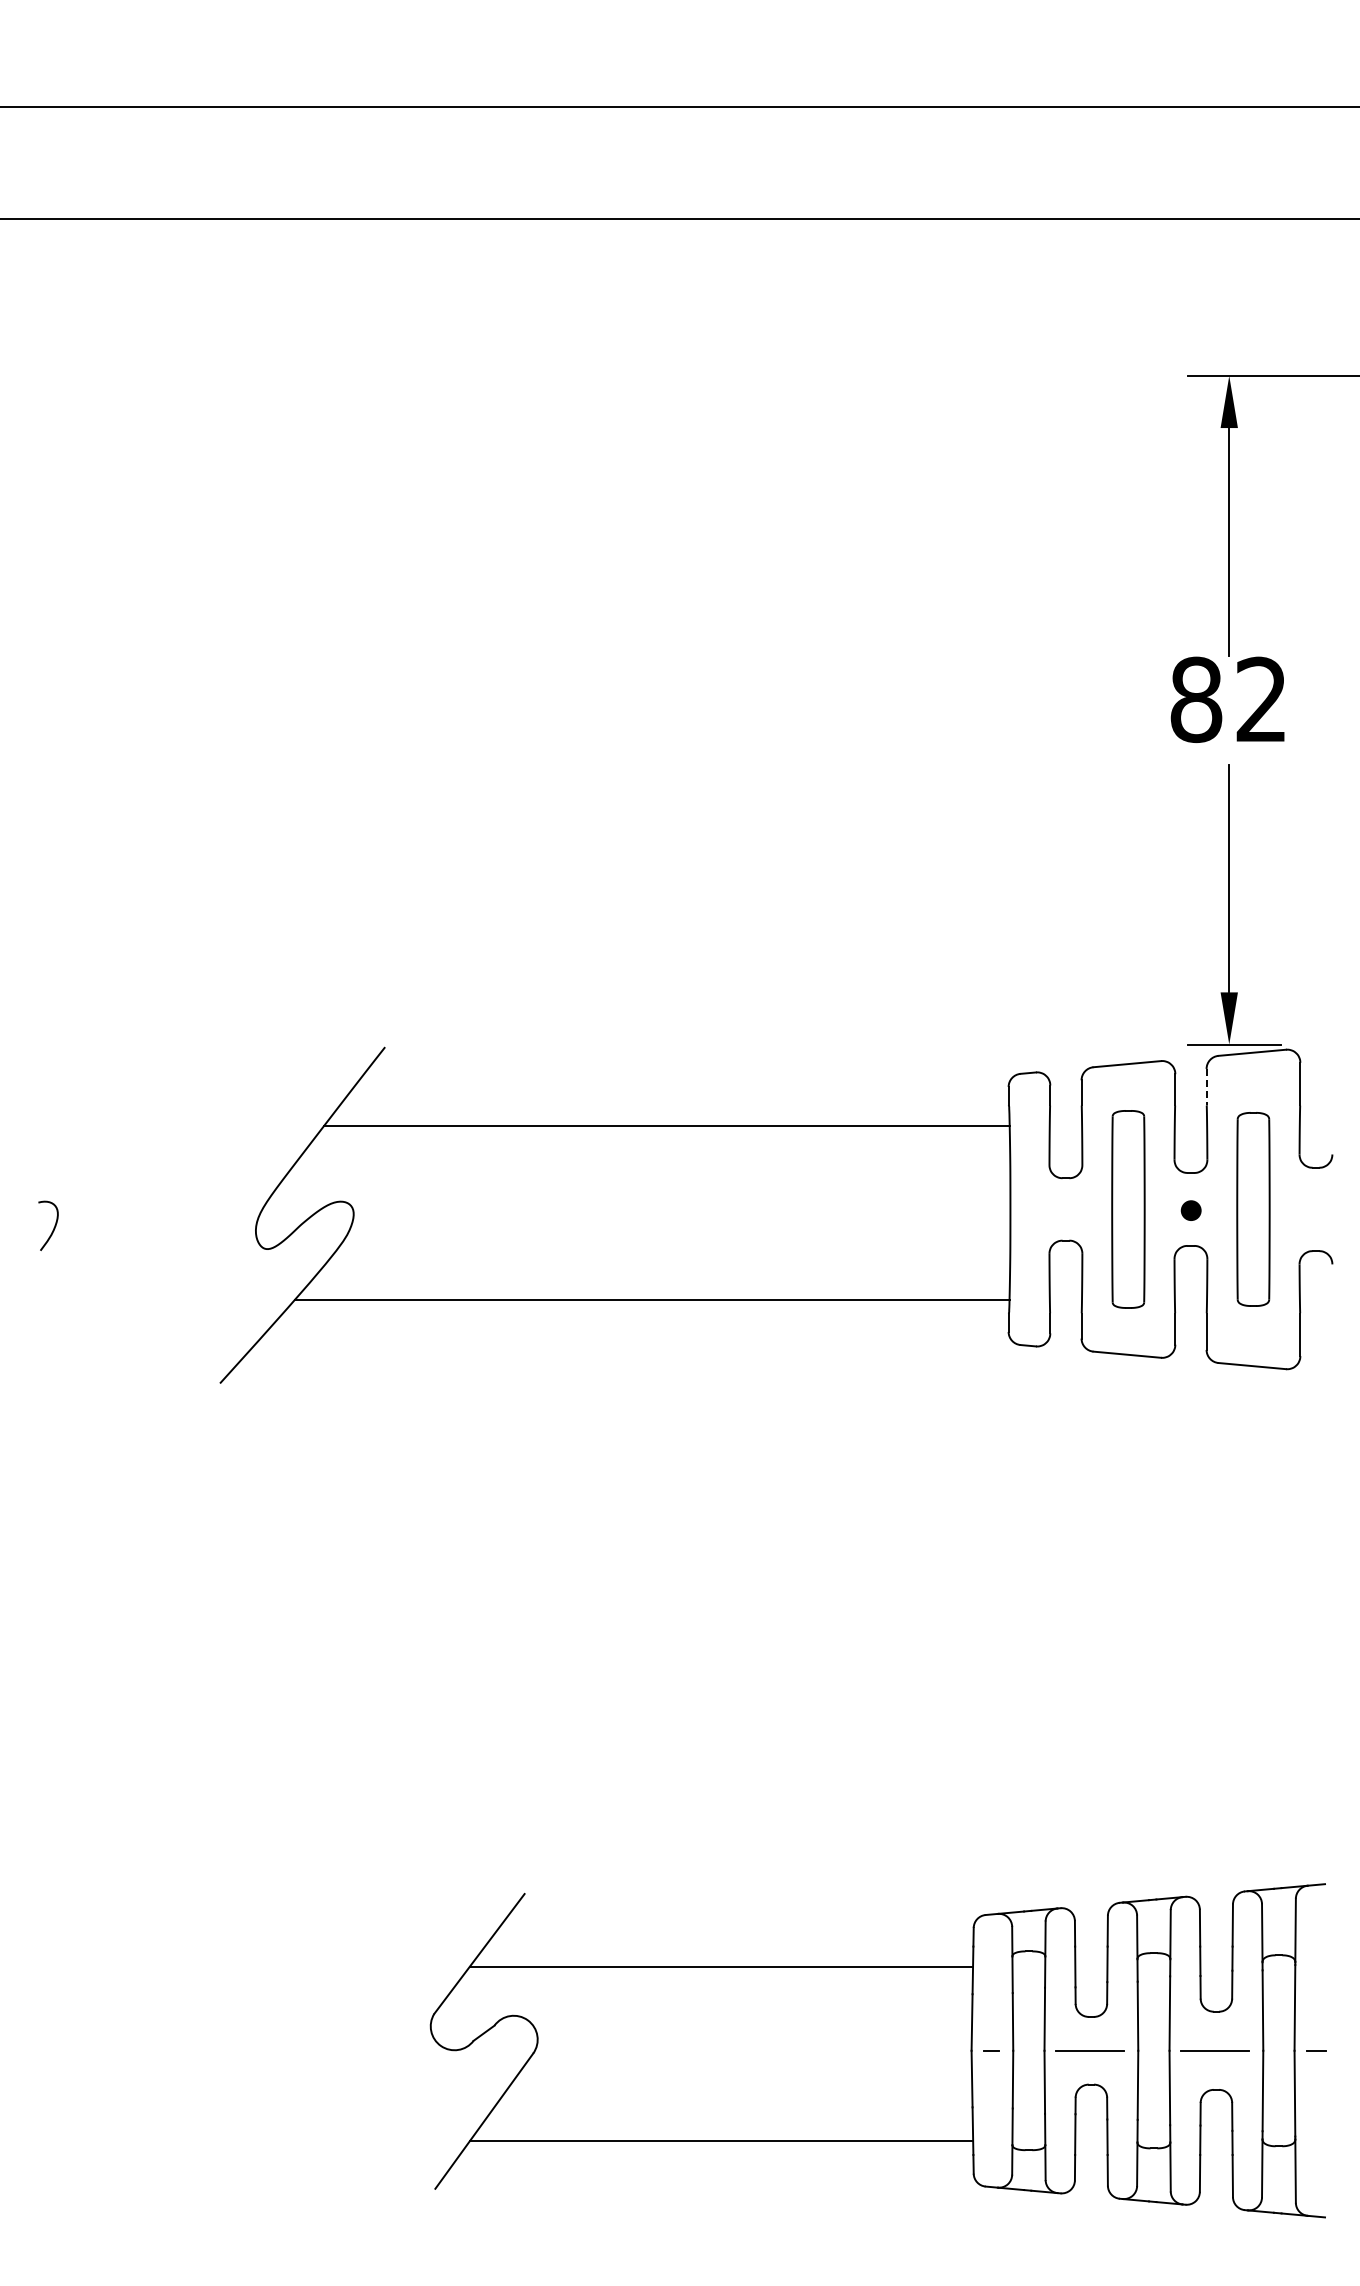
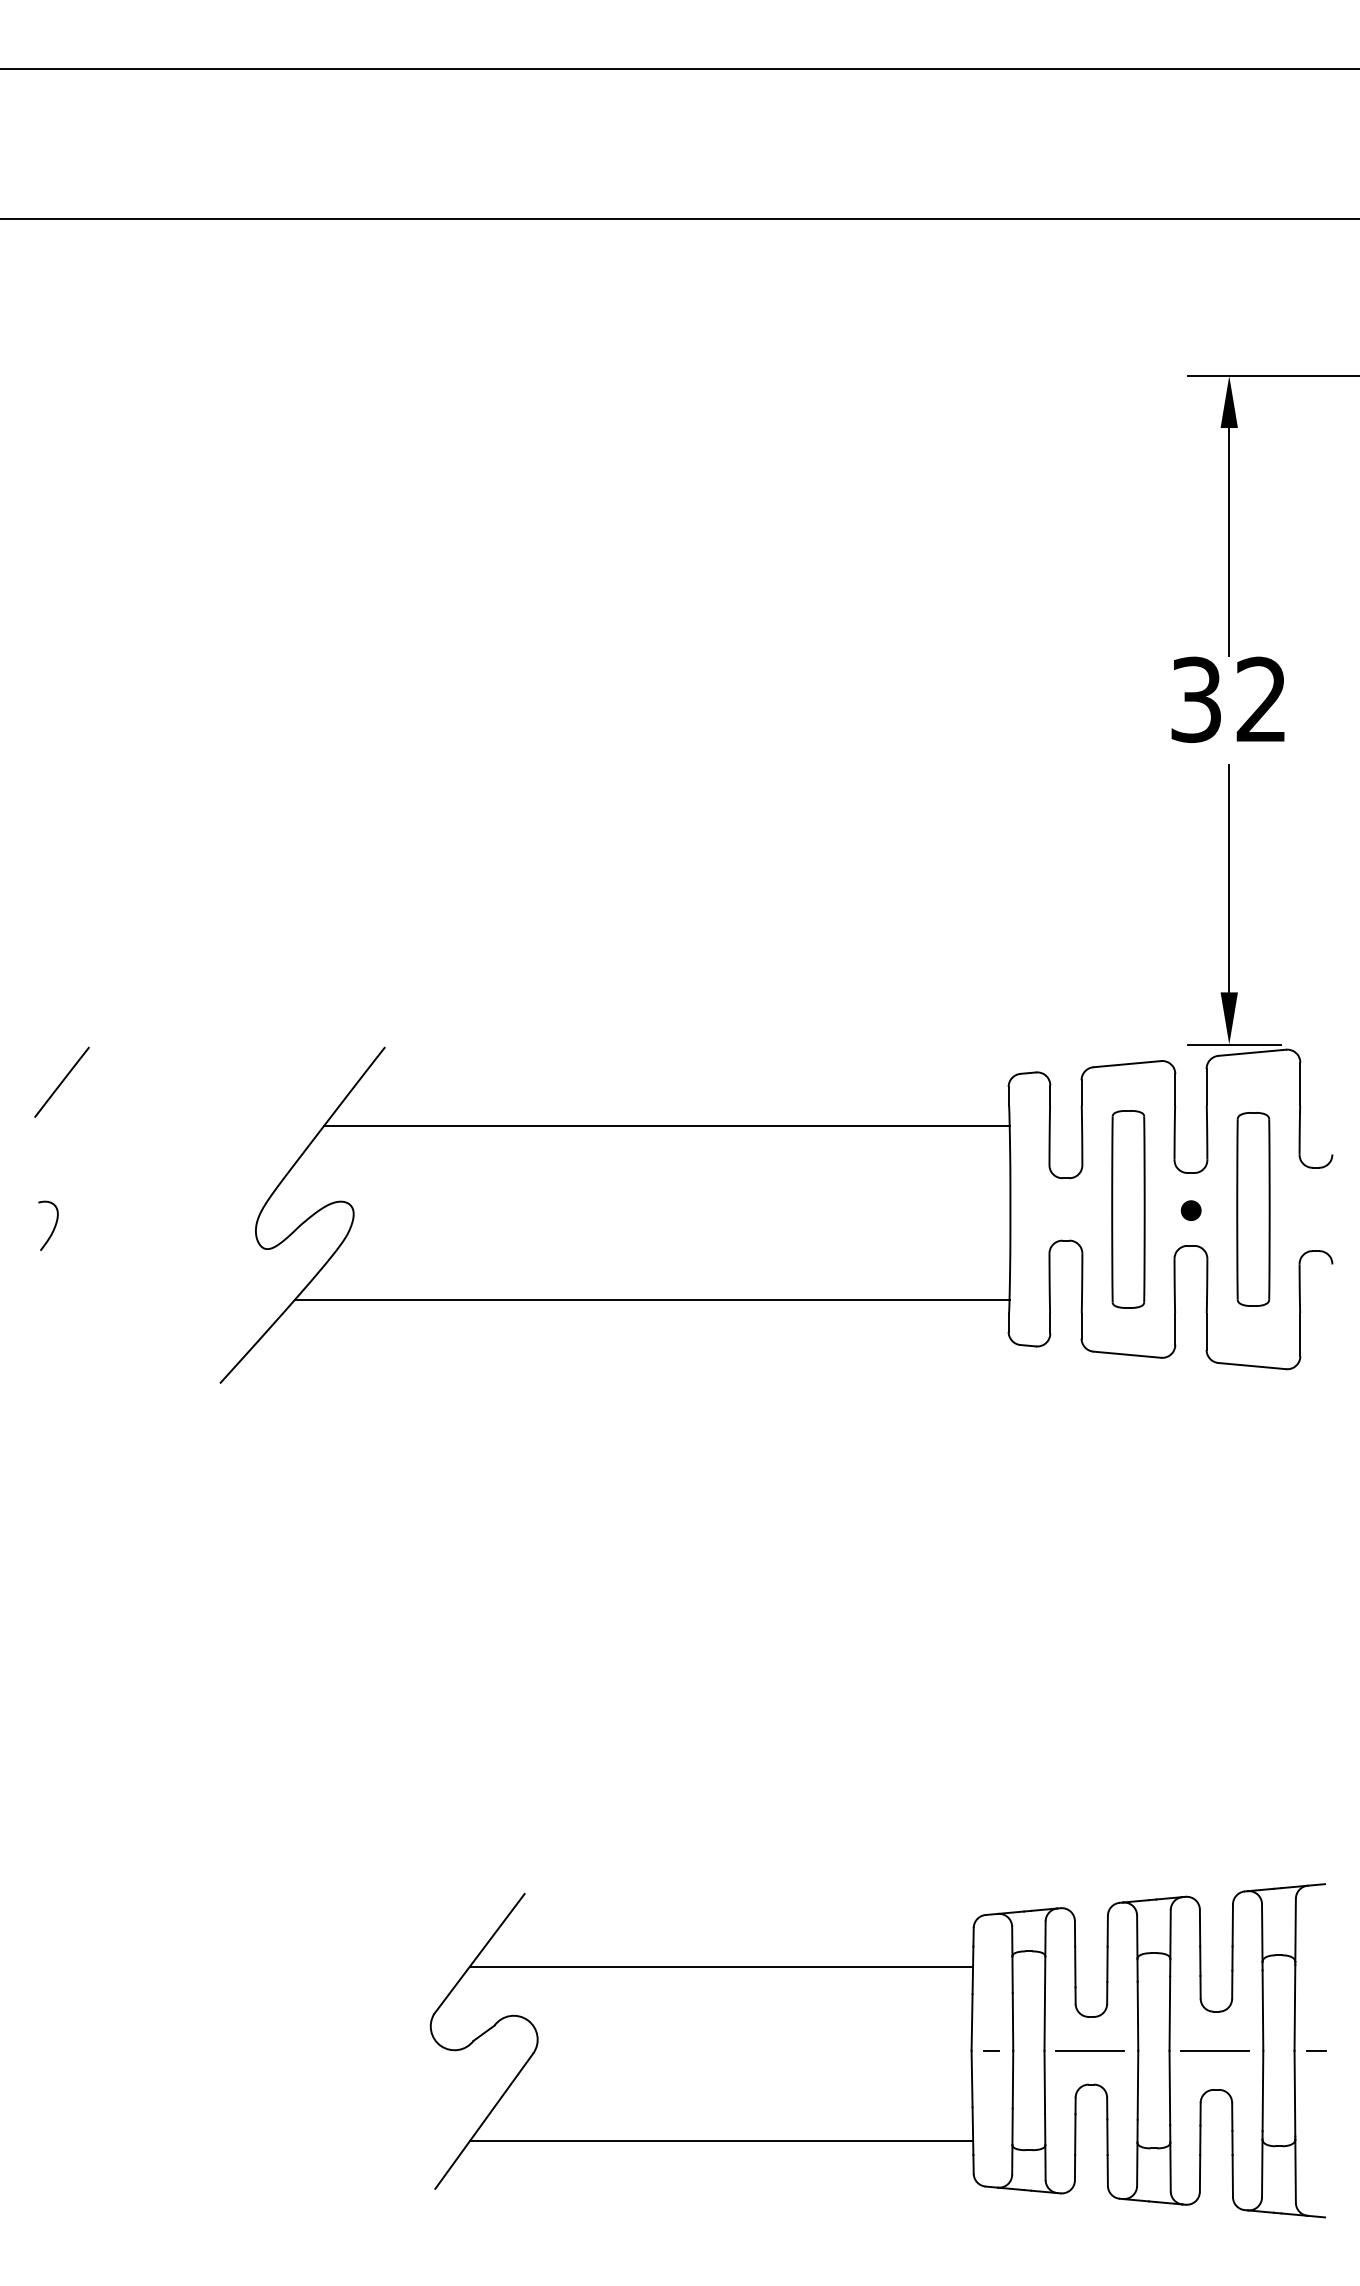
line at (679, 106) position: (679, 106) -> (679, 68)
text at (1196, 699): 82 -> 32
line at (61, 1081): none -> present
line at (1206, 1087): dashed -> solid
